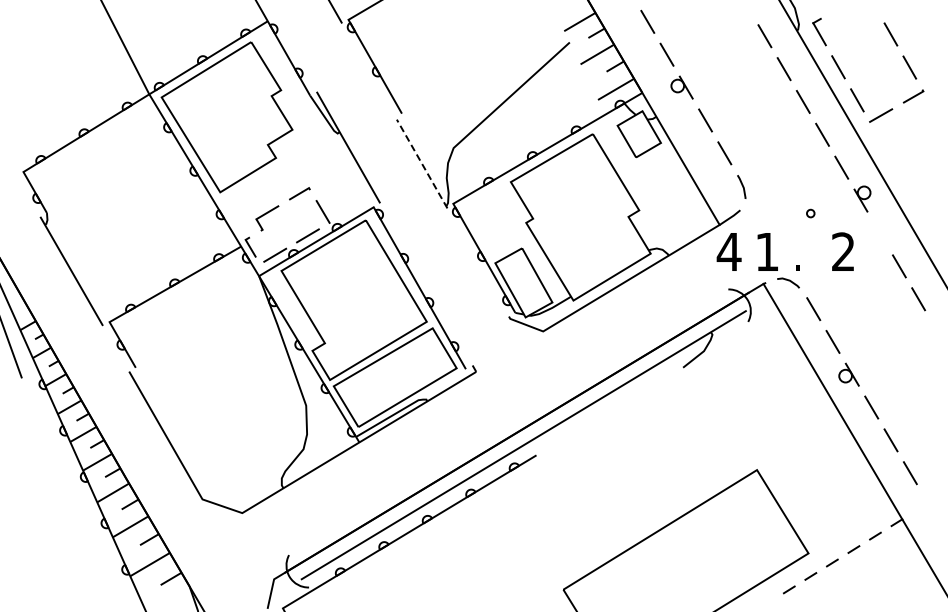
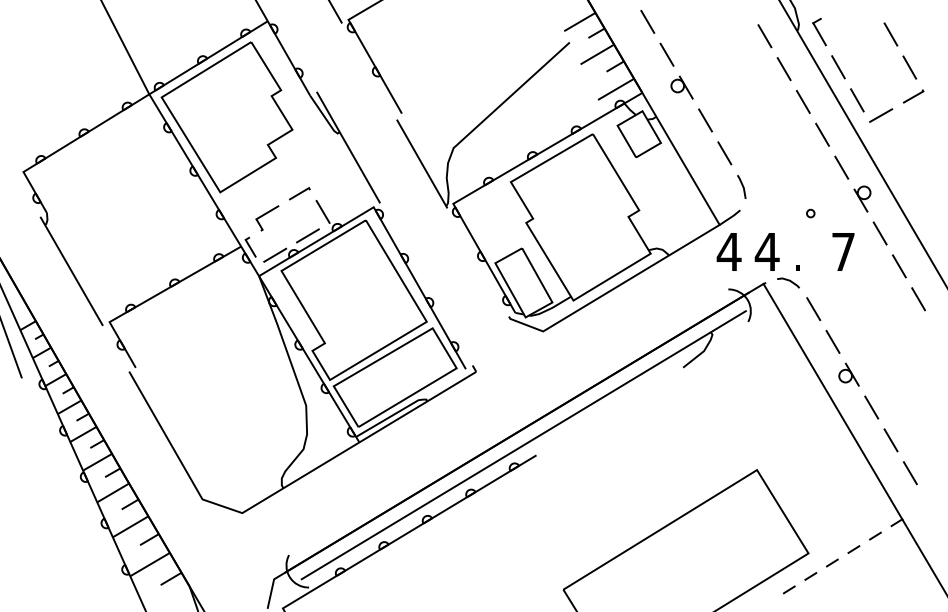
line at (421, 163): dashed -> solid
line at (879, 233): none -> present
text at (766, 251): 1 -> 4
text at (843, 251): 2 -> 7
